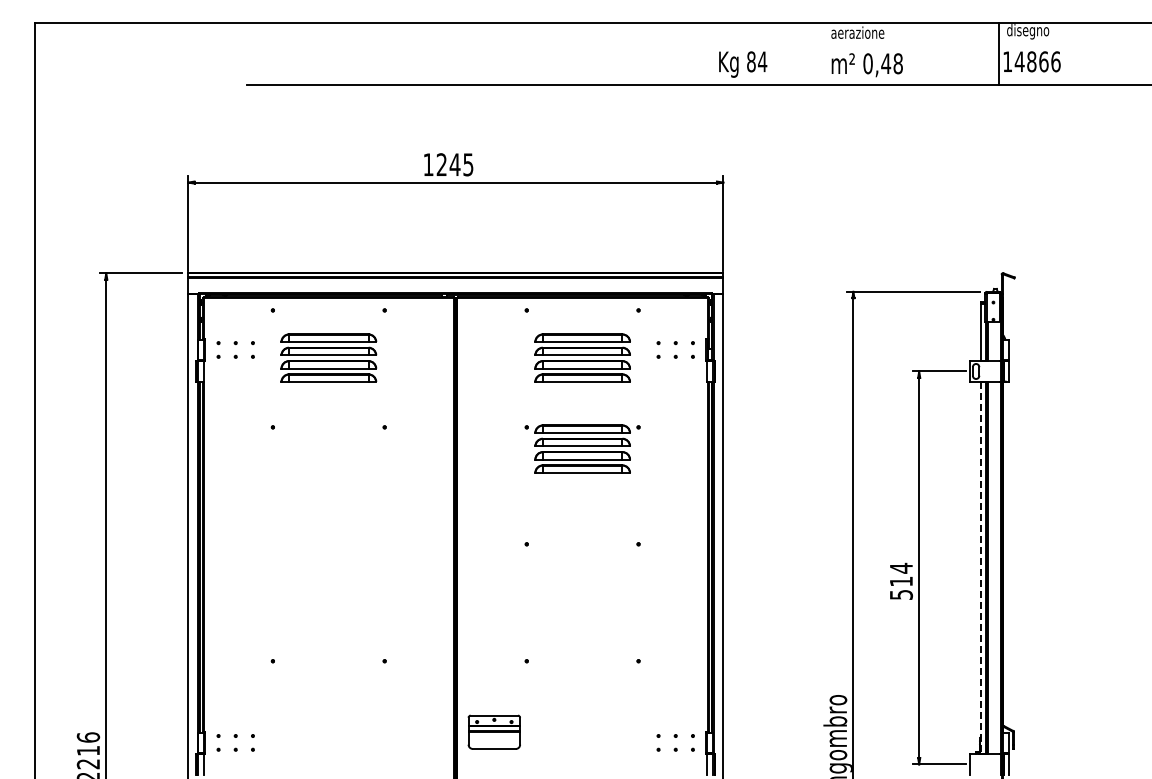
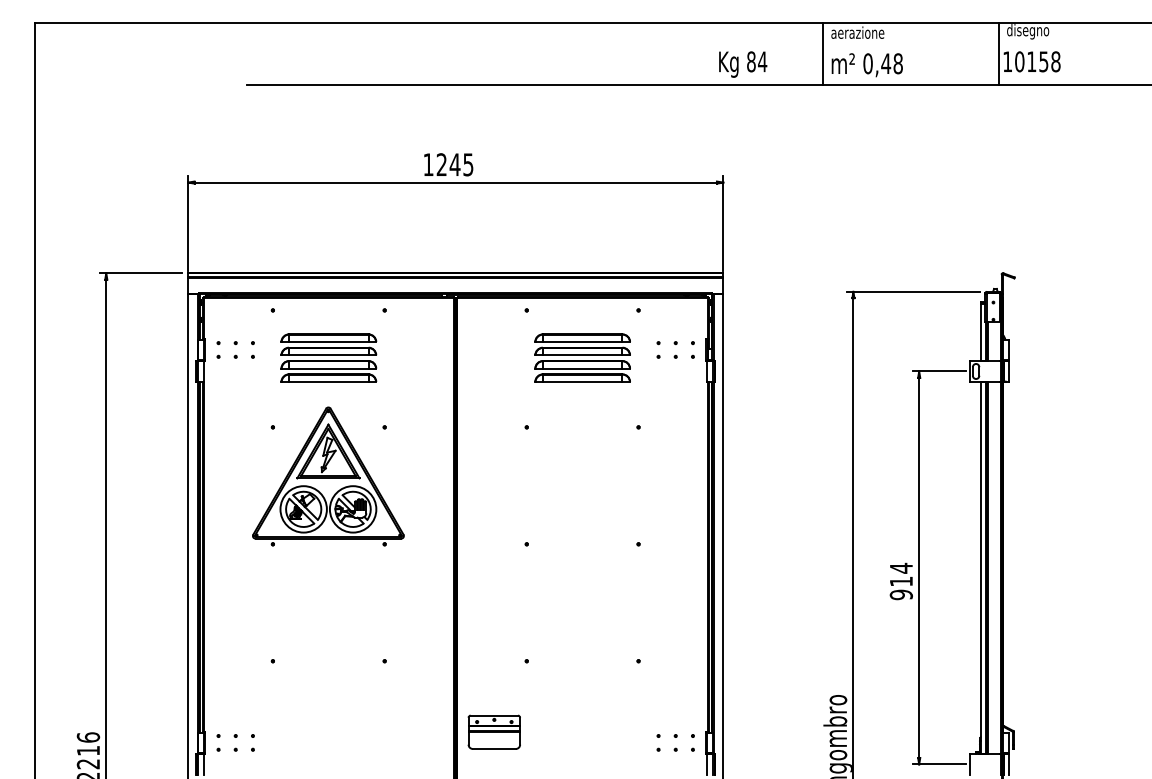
line at (822, 53): none -> present
text at (1037, 61): 14866 -> 10158
part at (582, 448): present -> none
part at (328, 476): none -> present
line at (981, 567): dashed -> solid
text at (900, 594): 514 -> 914
